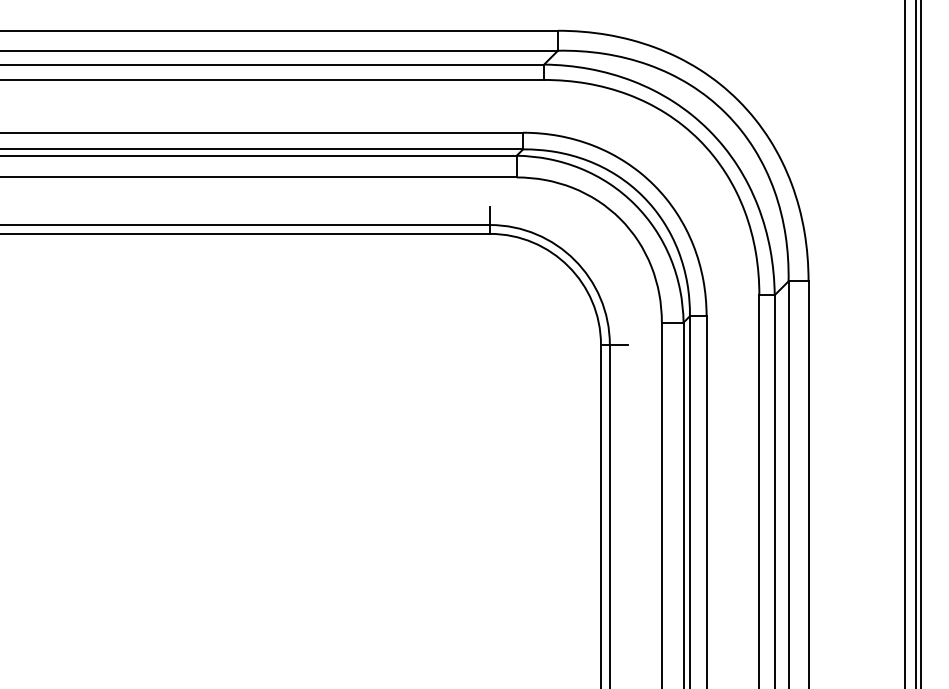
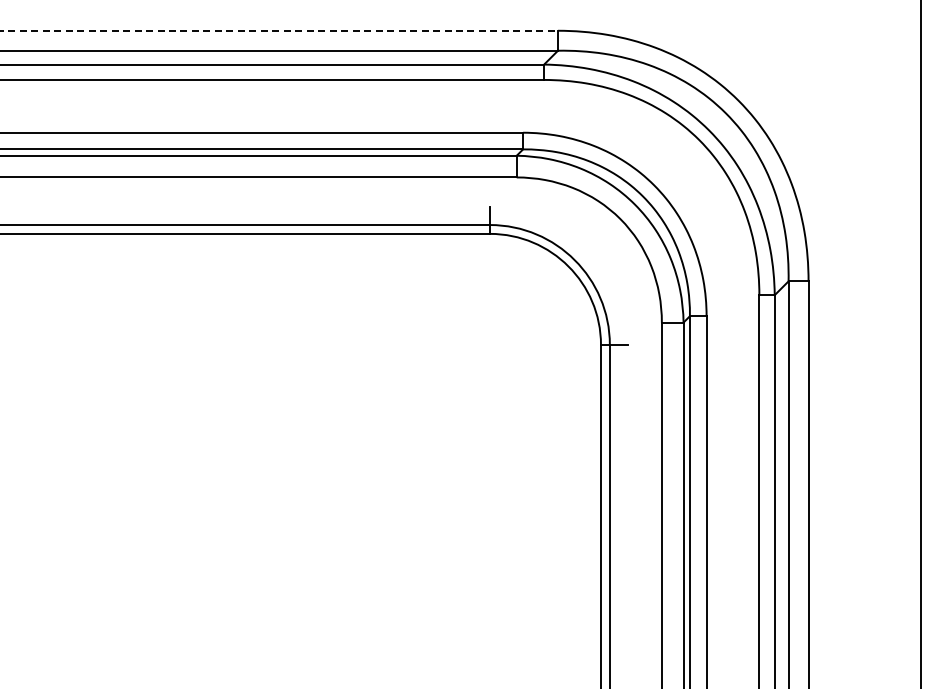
line at (279, 30): solid -> dashed
line at (904, 343): present -> none
line at (916, 343): present -> none
